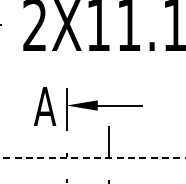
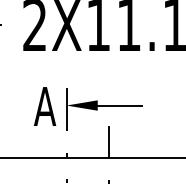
line at (93, 157): dashed -> solid
